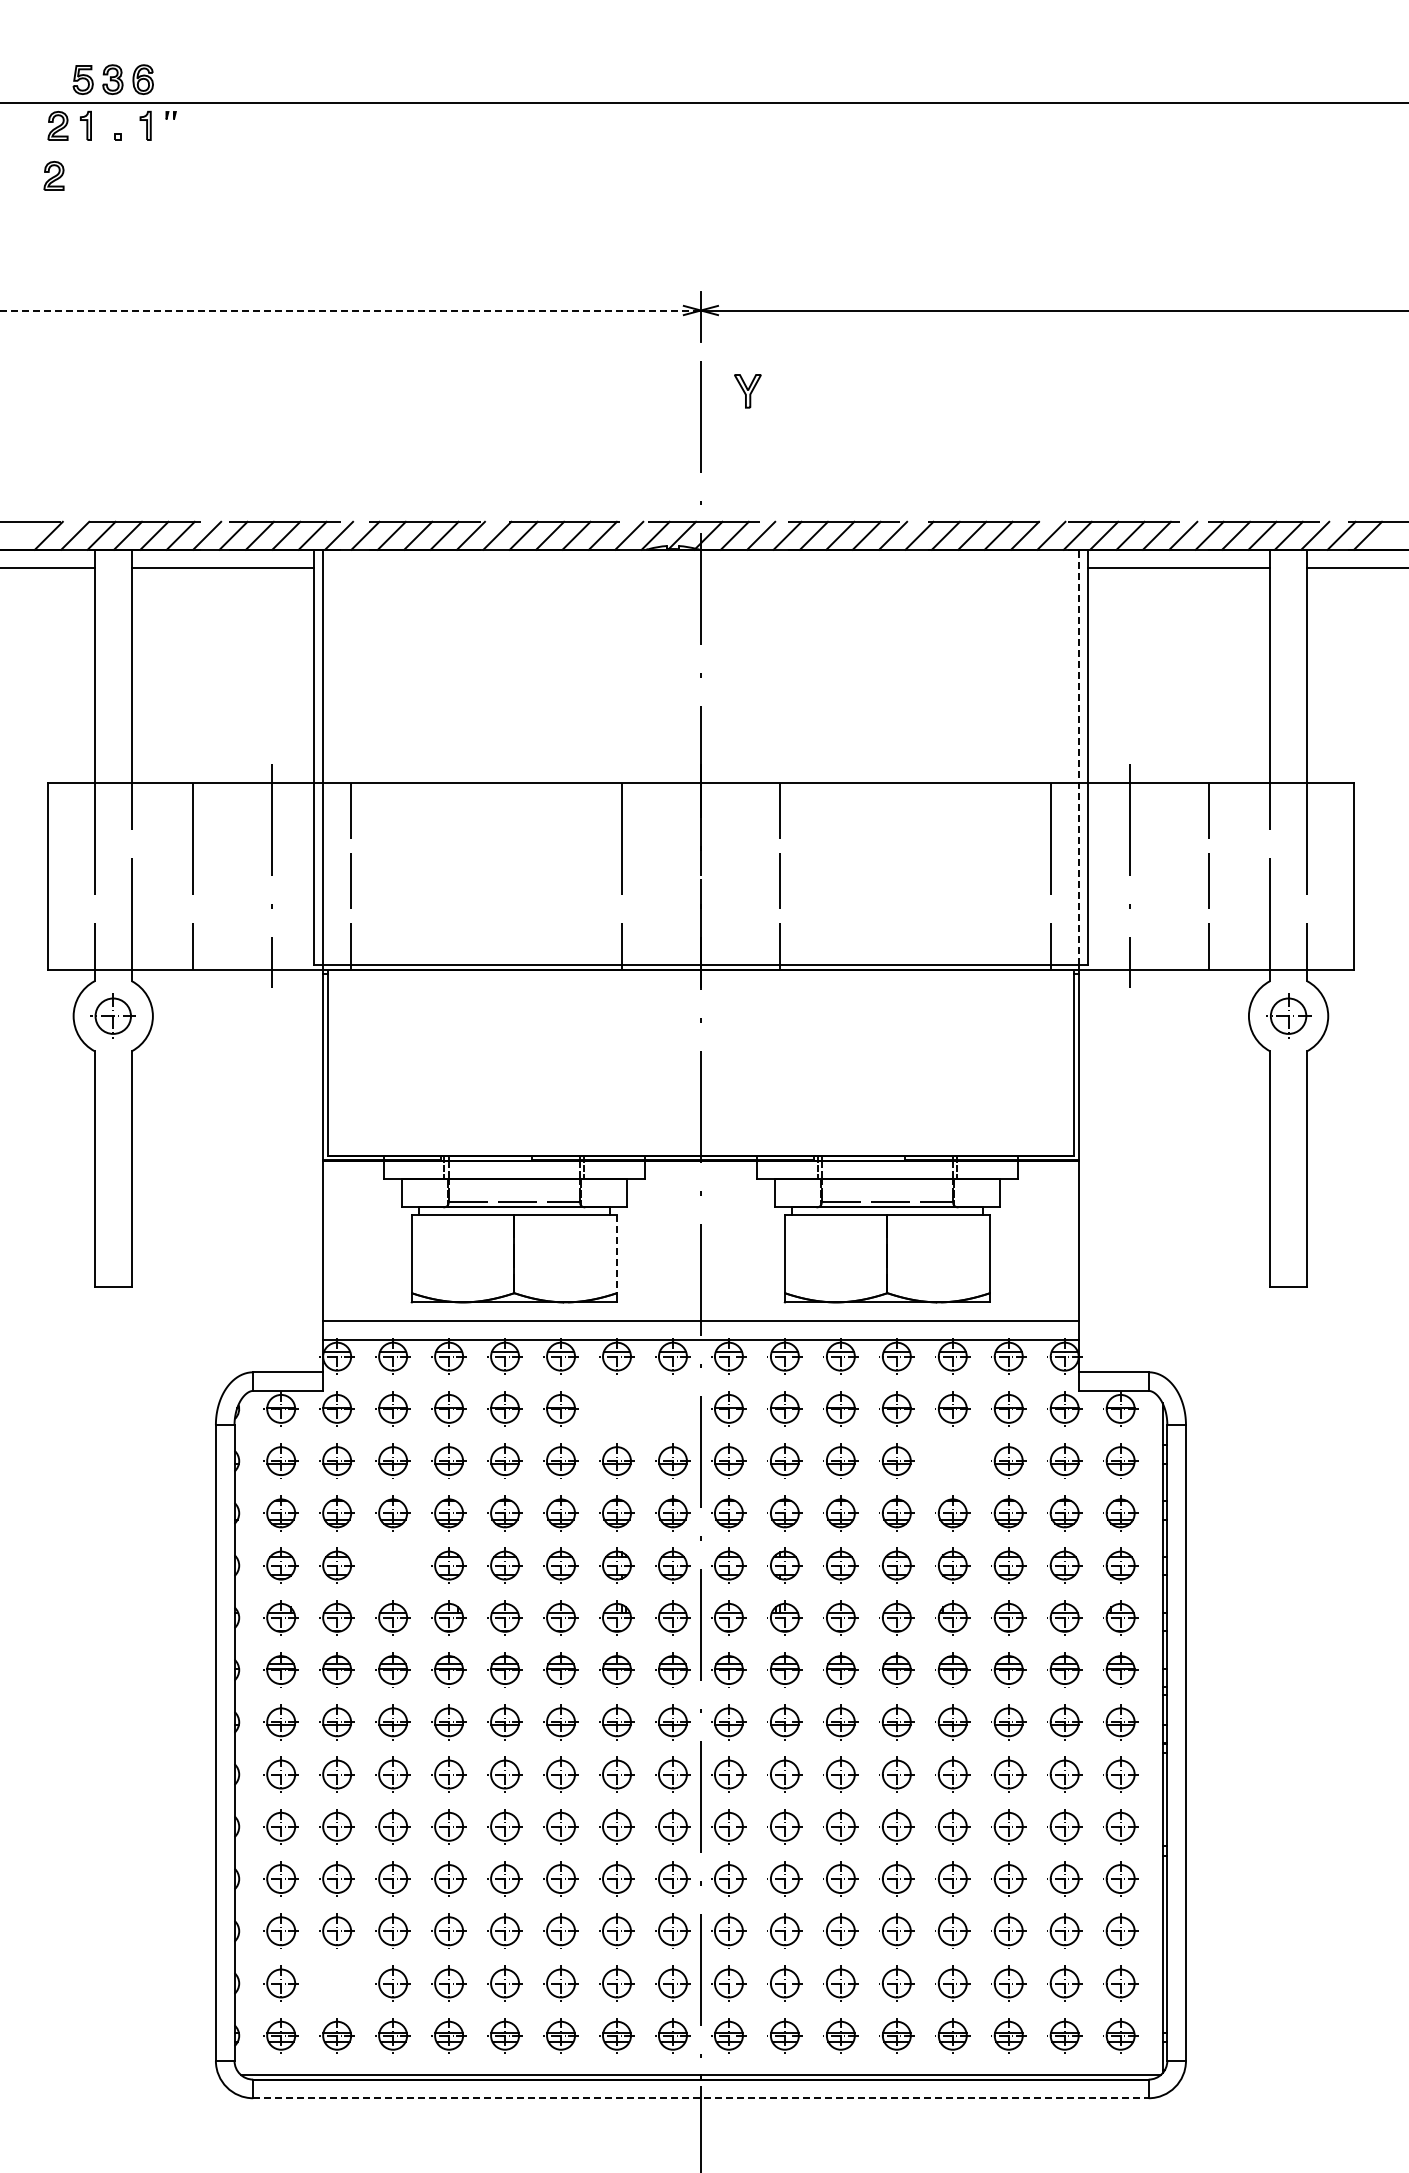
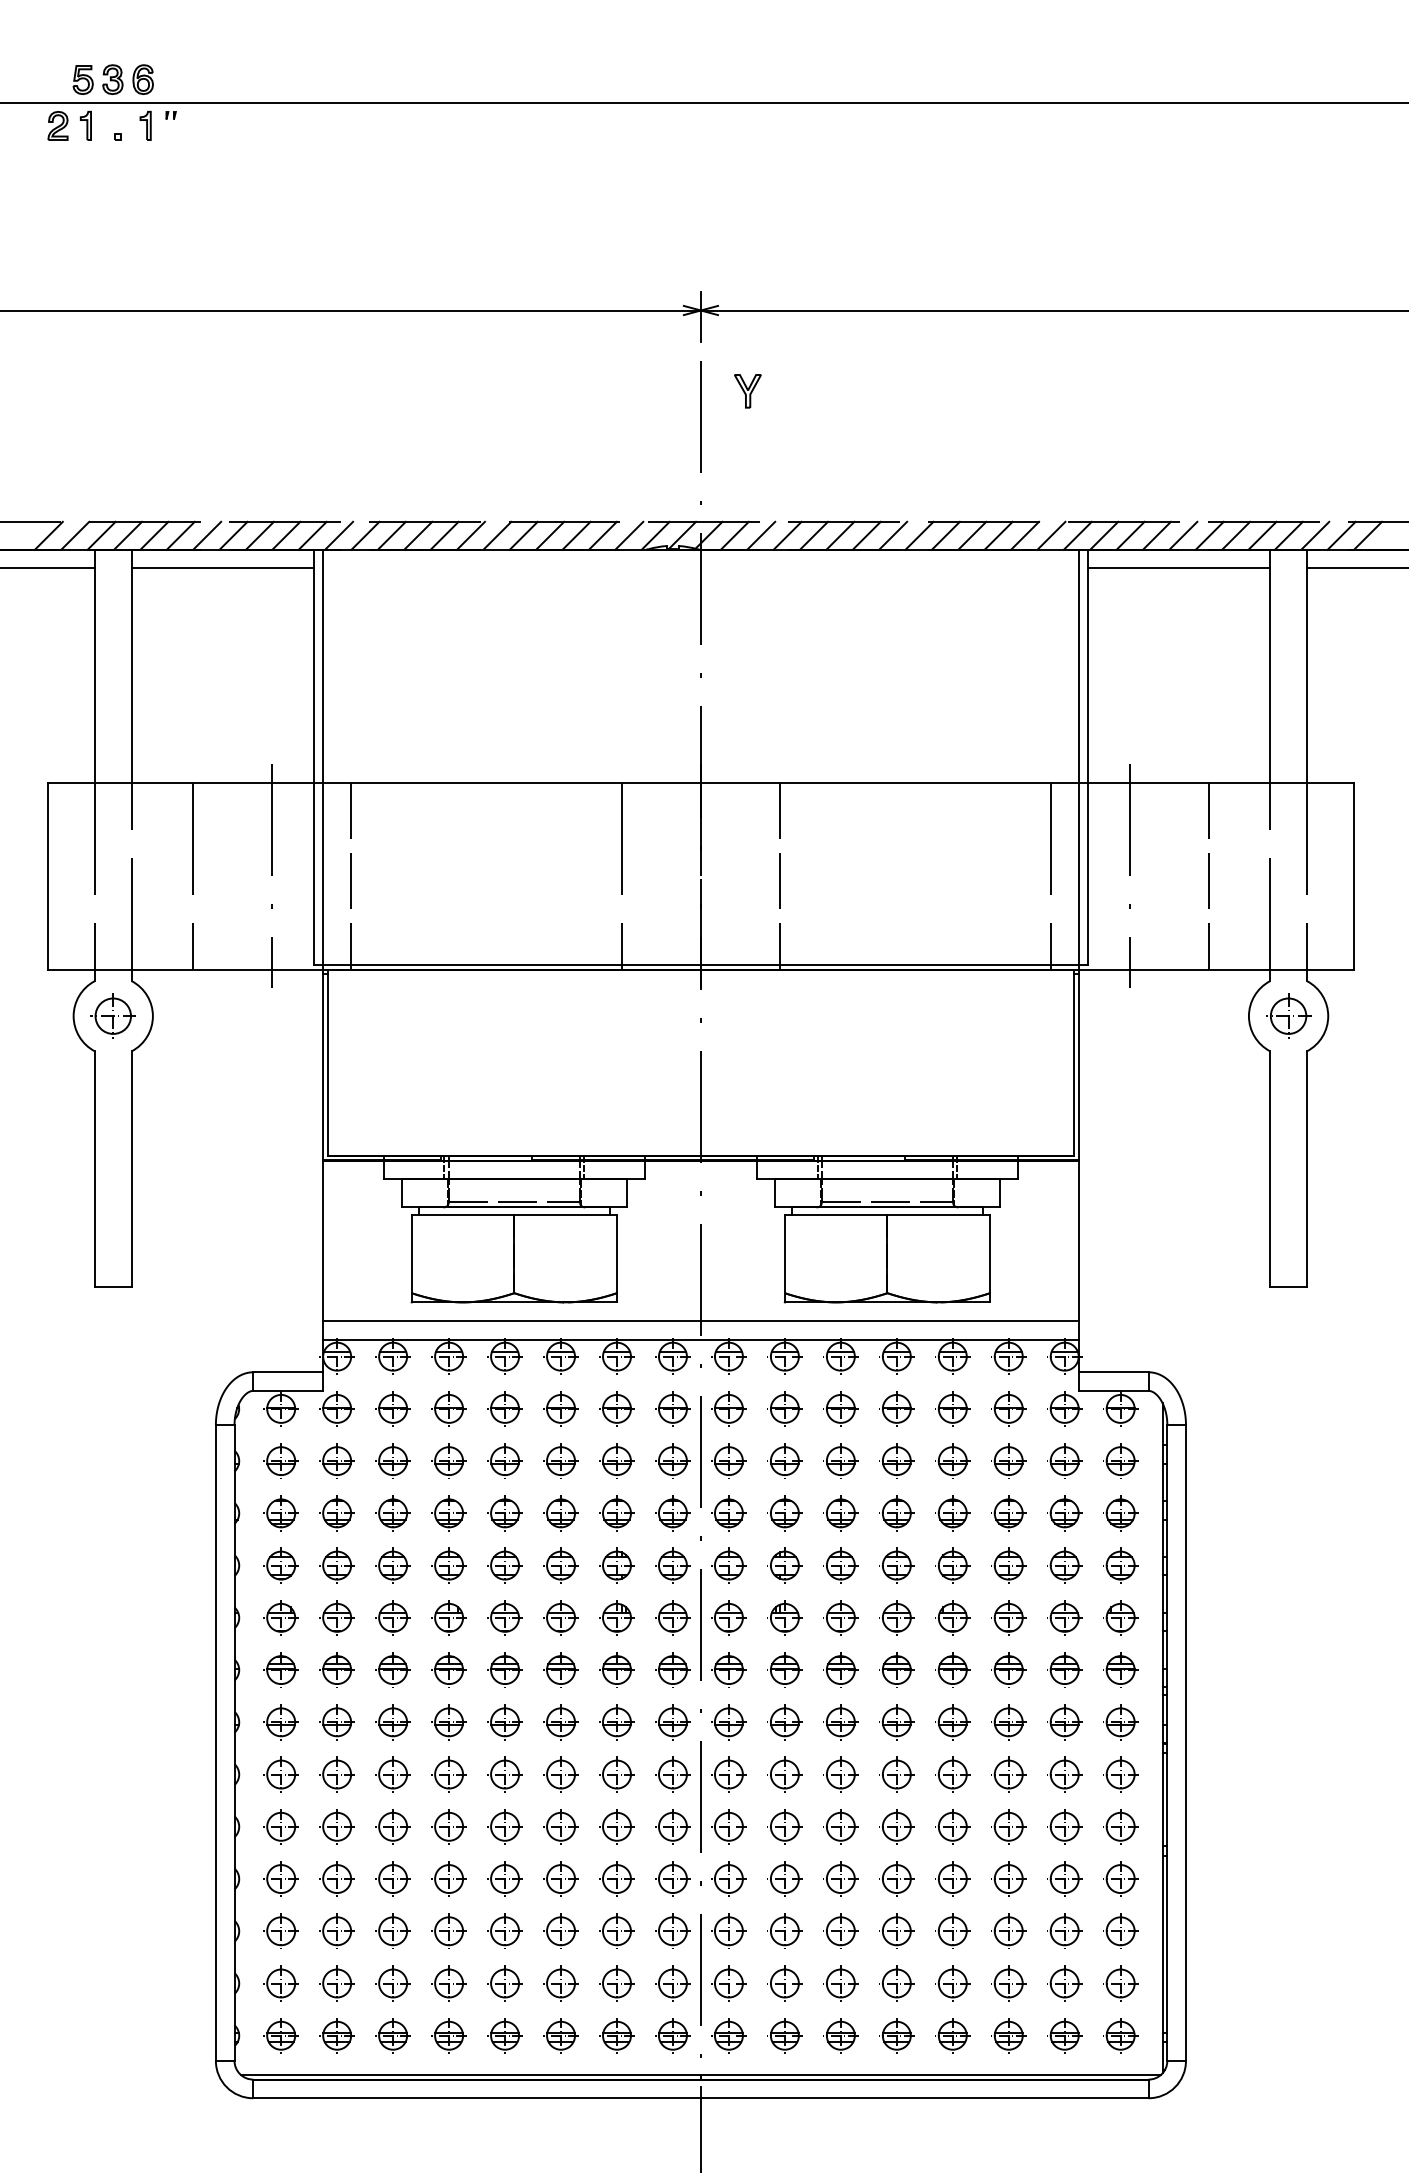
part at (53, 175): present -> none
line at (351, 310): dashed -> solid
line at (1078, 757): dashed -> solid
line at (616, 1254): dashed -> solid
part at (616, 1408): none -> present
part at (672, 1408): none -> present
part at (952, 1460): none -> present
part at (392, 1565): none -> present
part at (336, 1983): none -> present
line at (700, 2098): dashed -> solid
